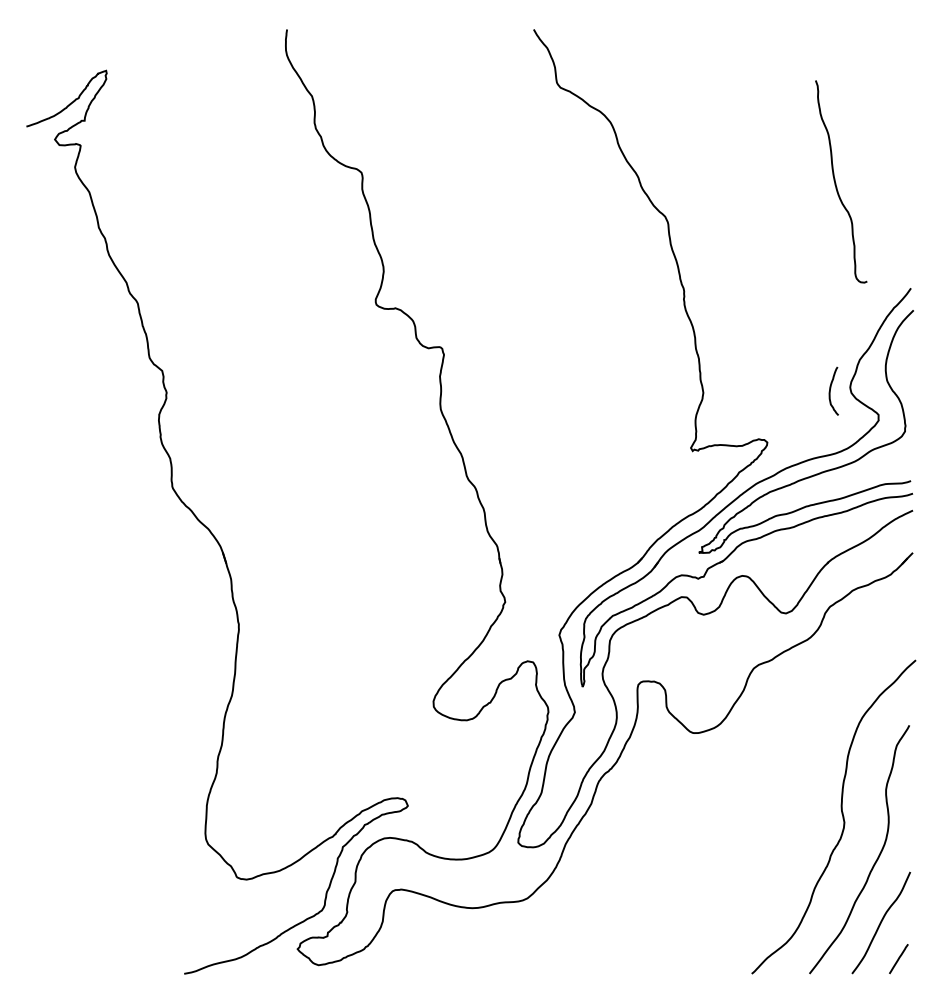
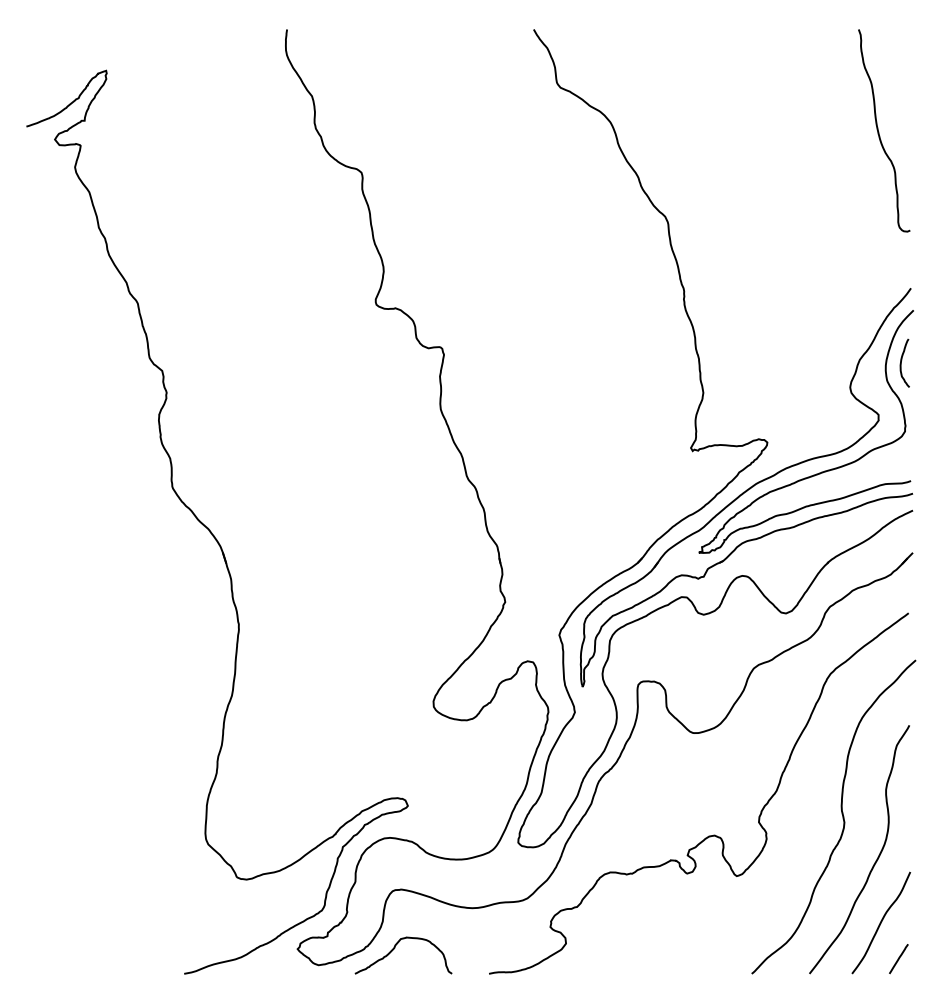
curve at (836, 183) position: (836, 183) -> (879, 132)
curve at (831, 388) position: (831, 388) -> (902, 360)
curve at (708, 835): none -> present
curve at (395, 948): none -> present
